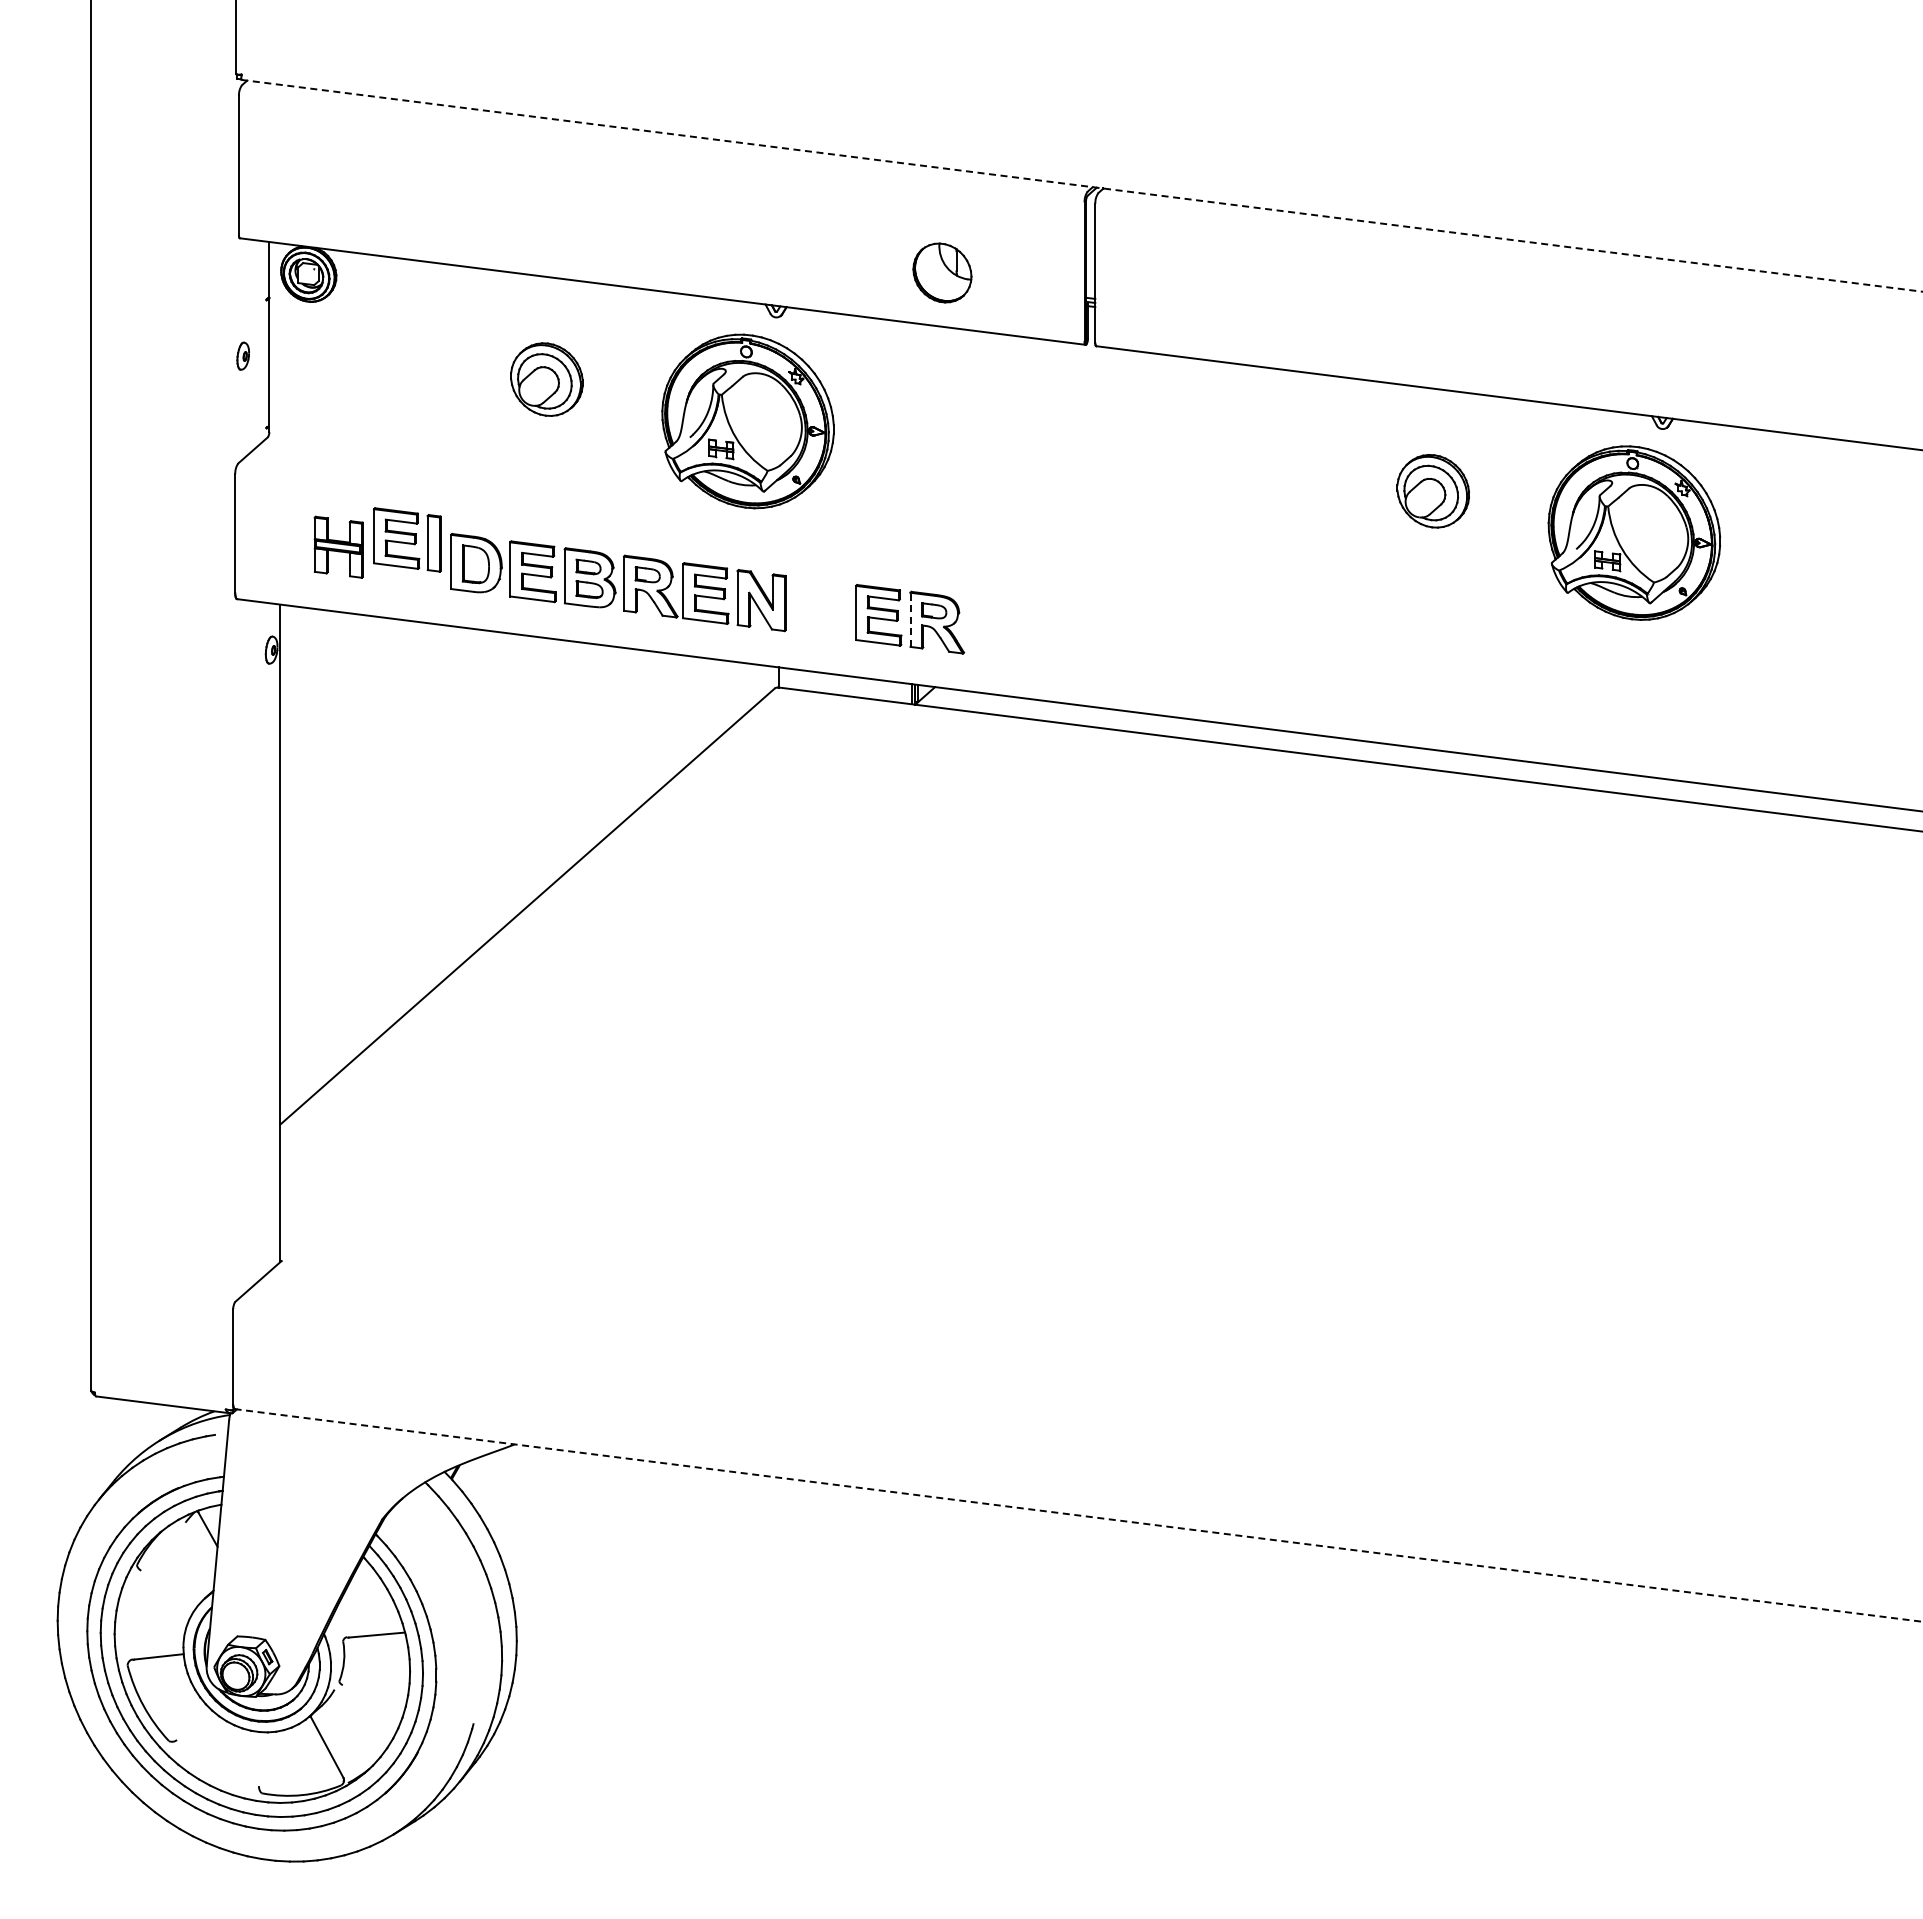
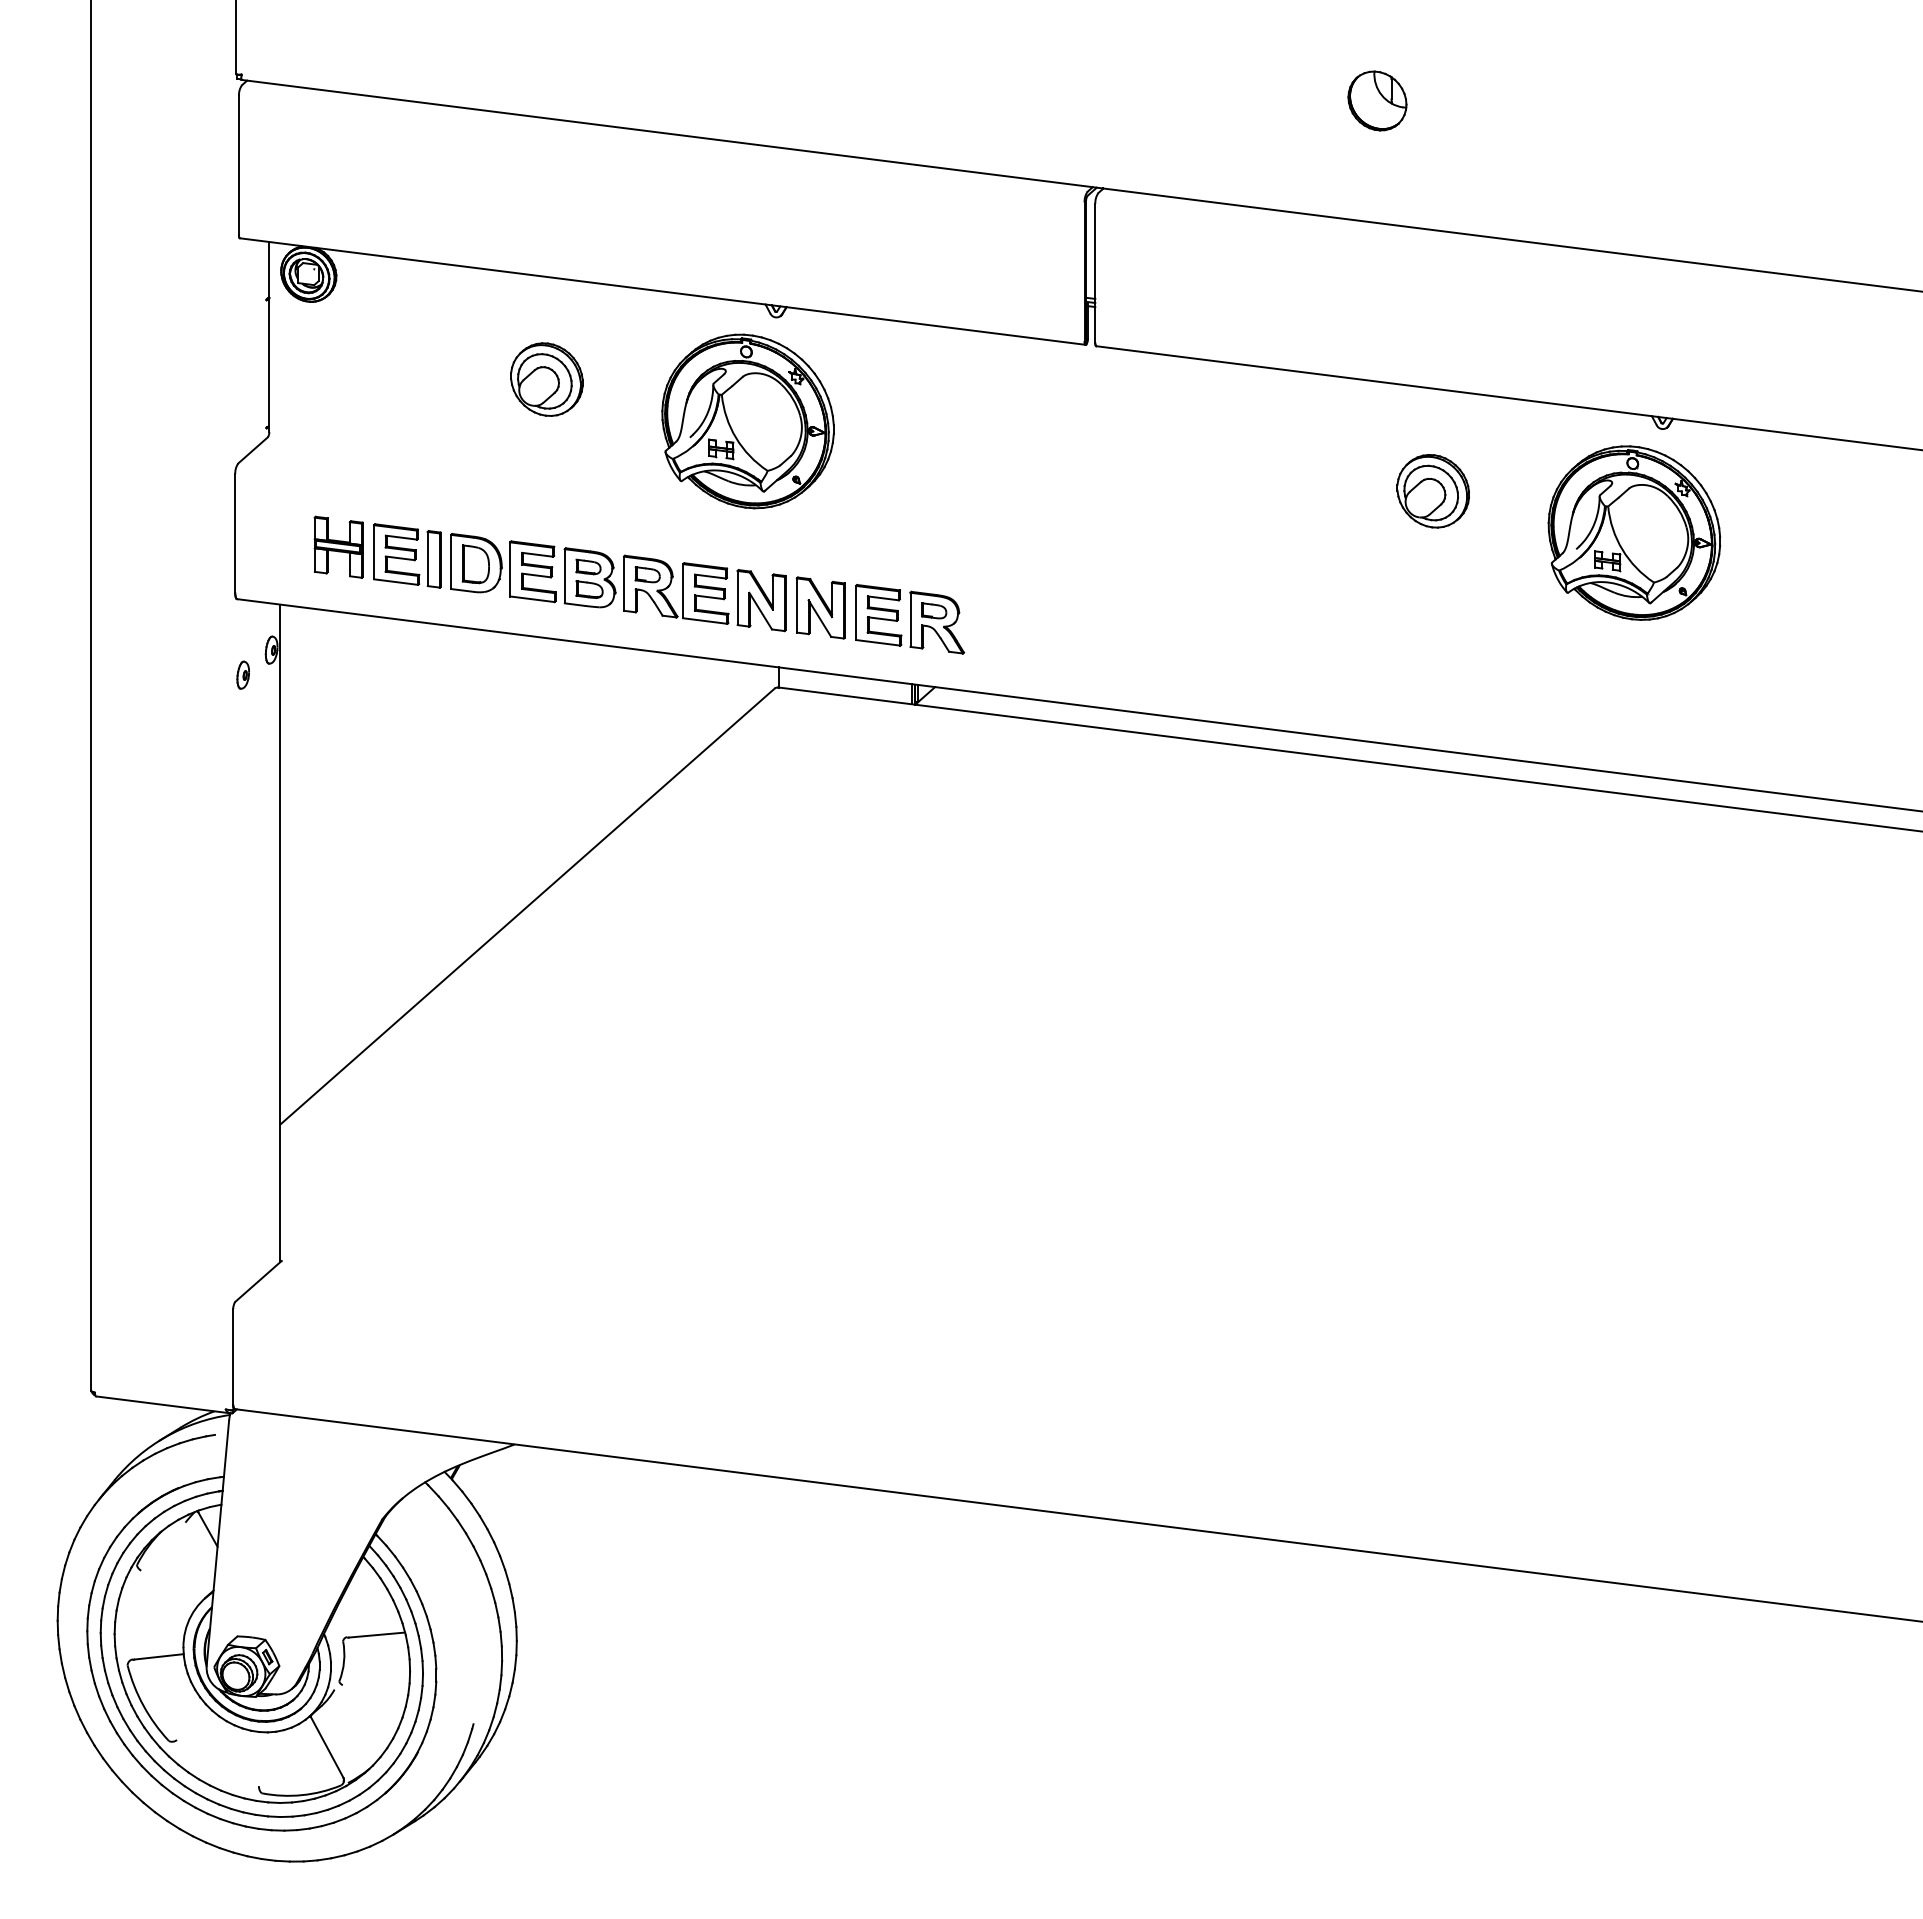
line at (1082, 185): dashed -> solid
part at (942, 272) position: (942, 272) -> (1377, 100)
part at (242, 355) position: (242, 355) -> (242, 674)
part at (407, 539) position: (407, 539) -> (407, 555)
part at (820, 607): none -> present
line at (910, 619): dashed -> solid
line at (1078, 1515): dashed -> solid
